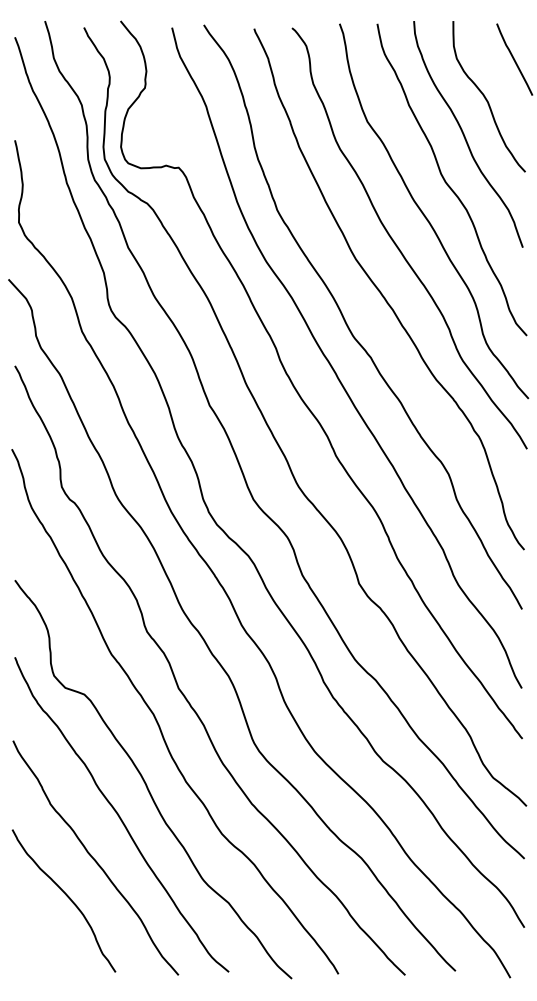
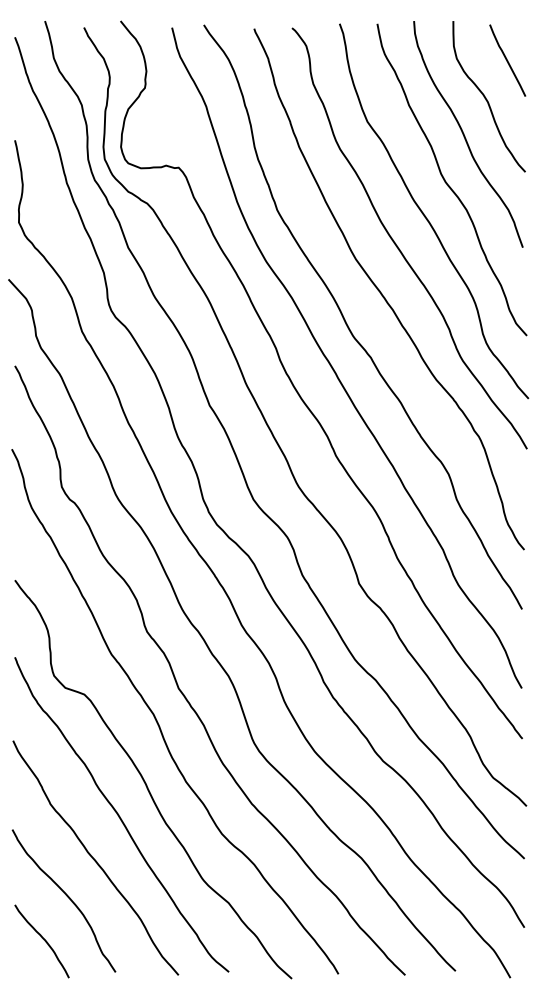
curve at (514, 59) position: (514, 59) -> (507, 60)
curve at (43, 939): none -> present
